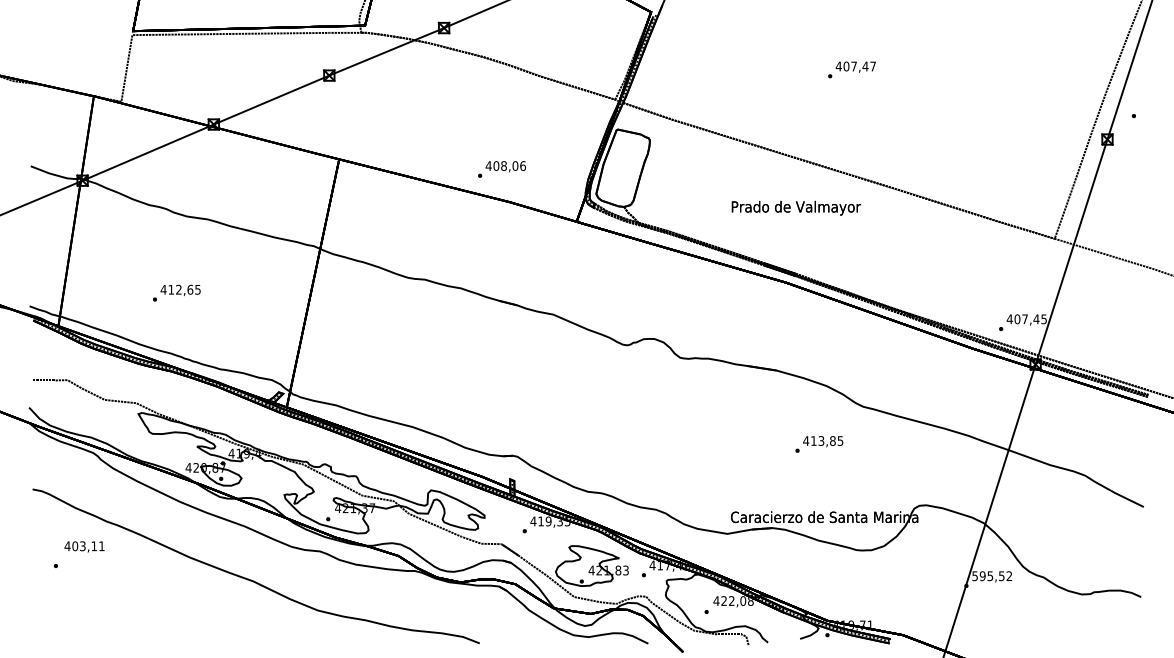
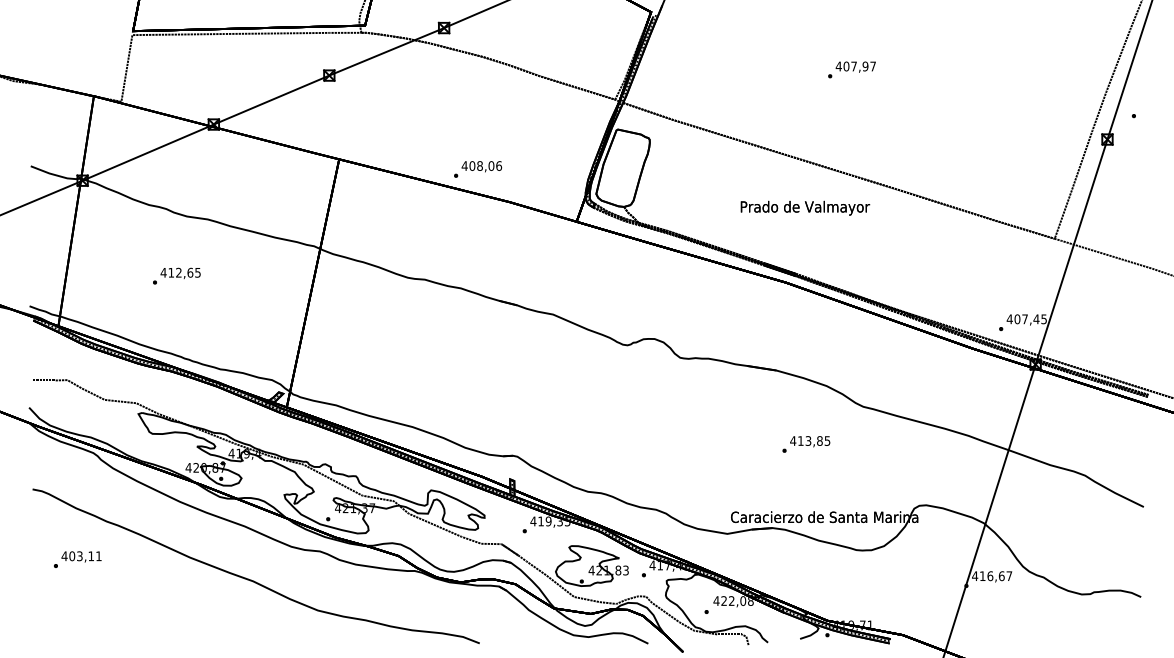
text at (865, 66): 407,47 -> 407,97
text at (502, 169) position: (502, 169) -> (478, 169)
text at (796, 207) position: (796, 207) -> (805, 207)
text at (176, 292) position: (176, 292) -> (176, 275)
text at (819, 444) position: (819, 444) -> (806, 444)
text at (84, 546) position: (84, 546) -> (81, 556)
text at (992, 576): 595,52 -> 416,67
